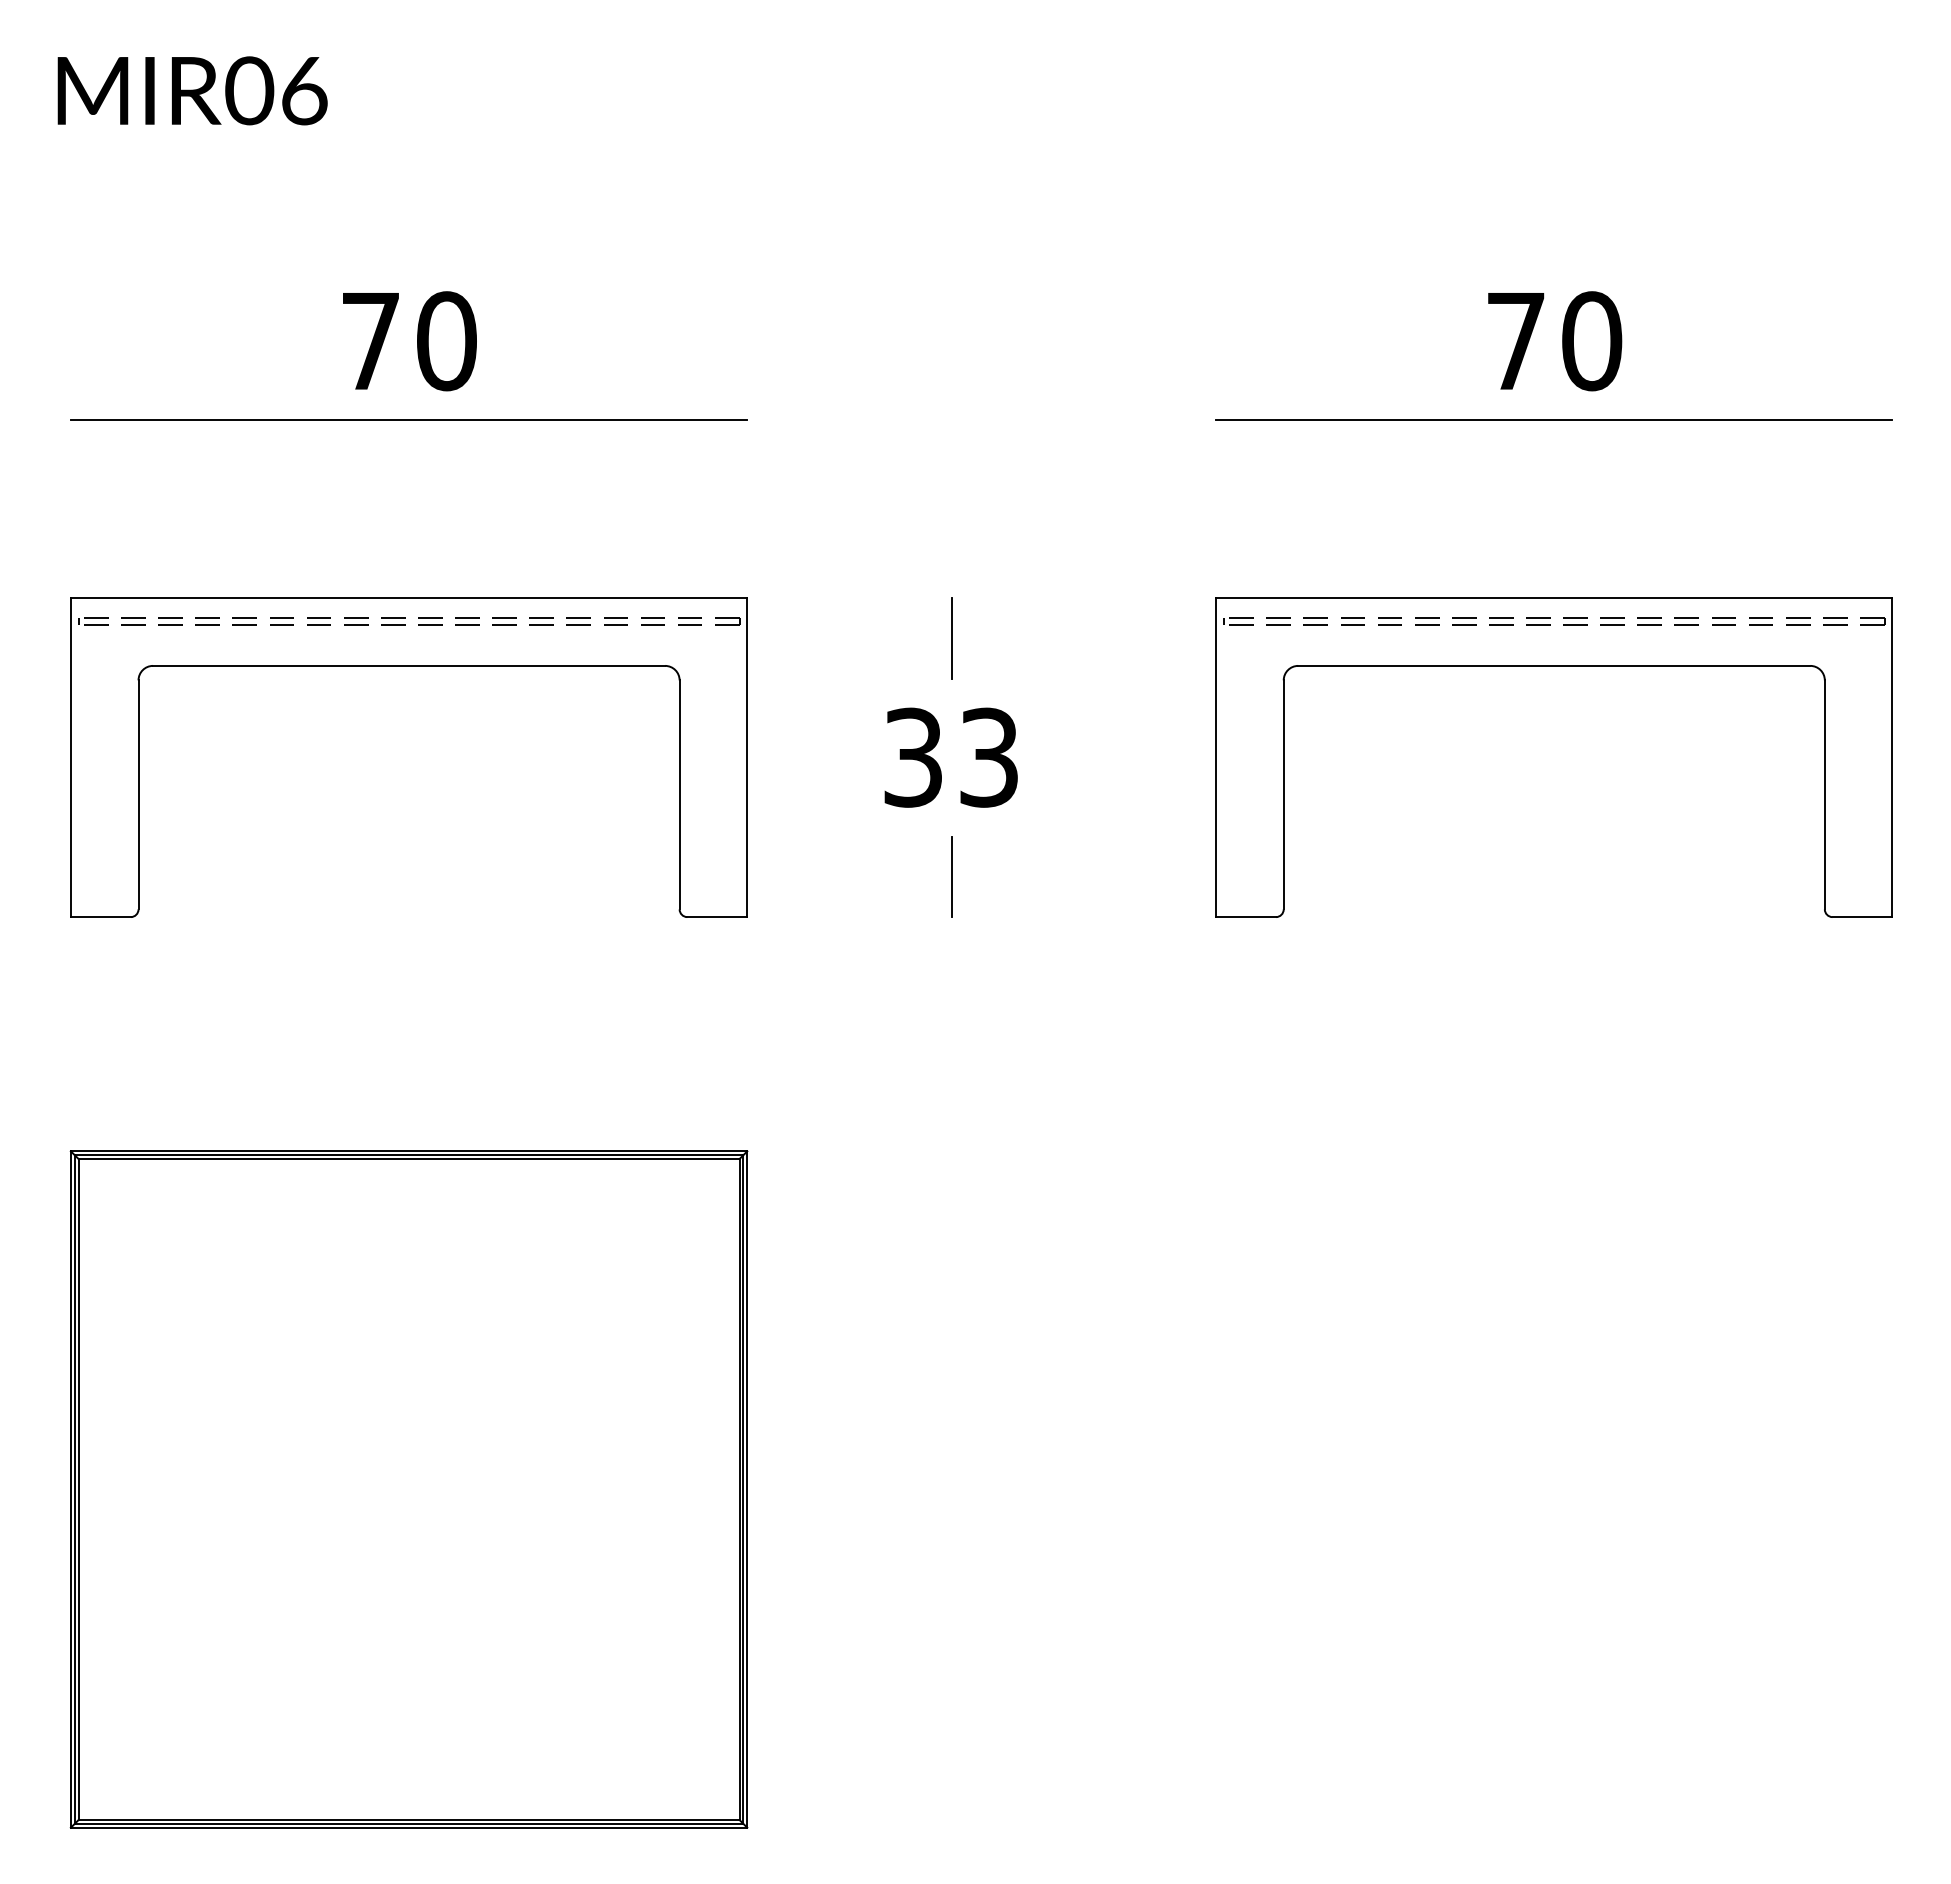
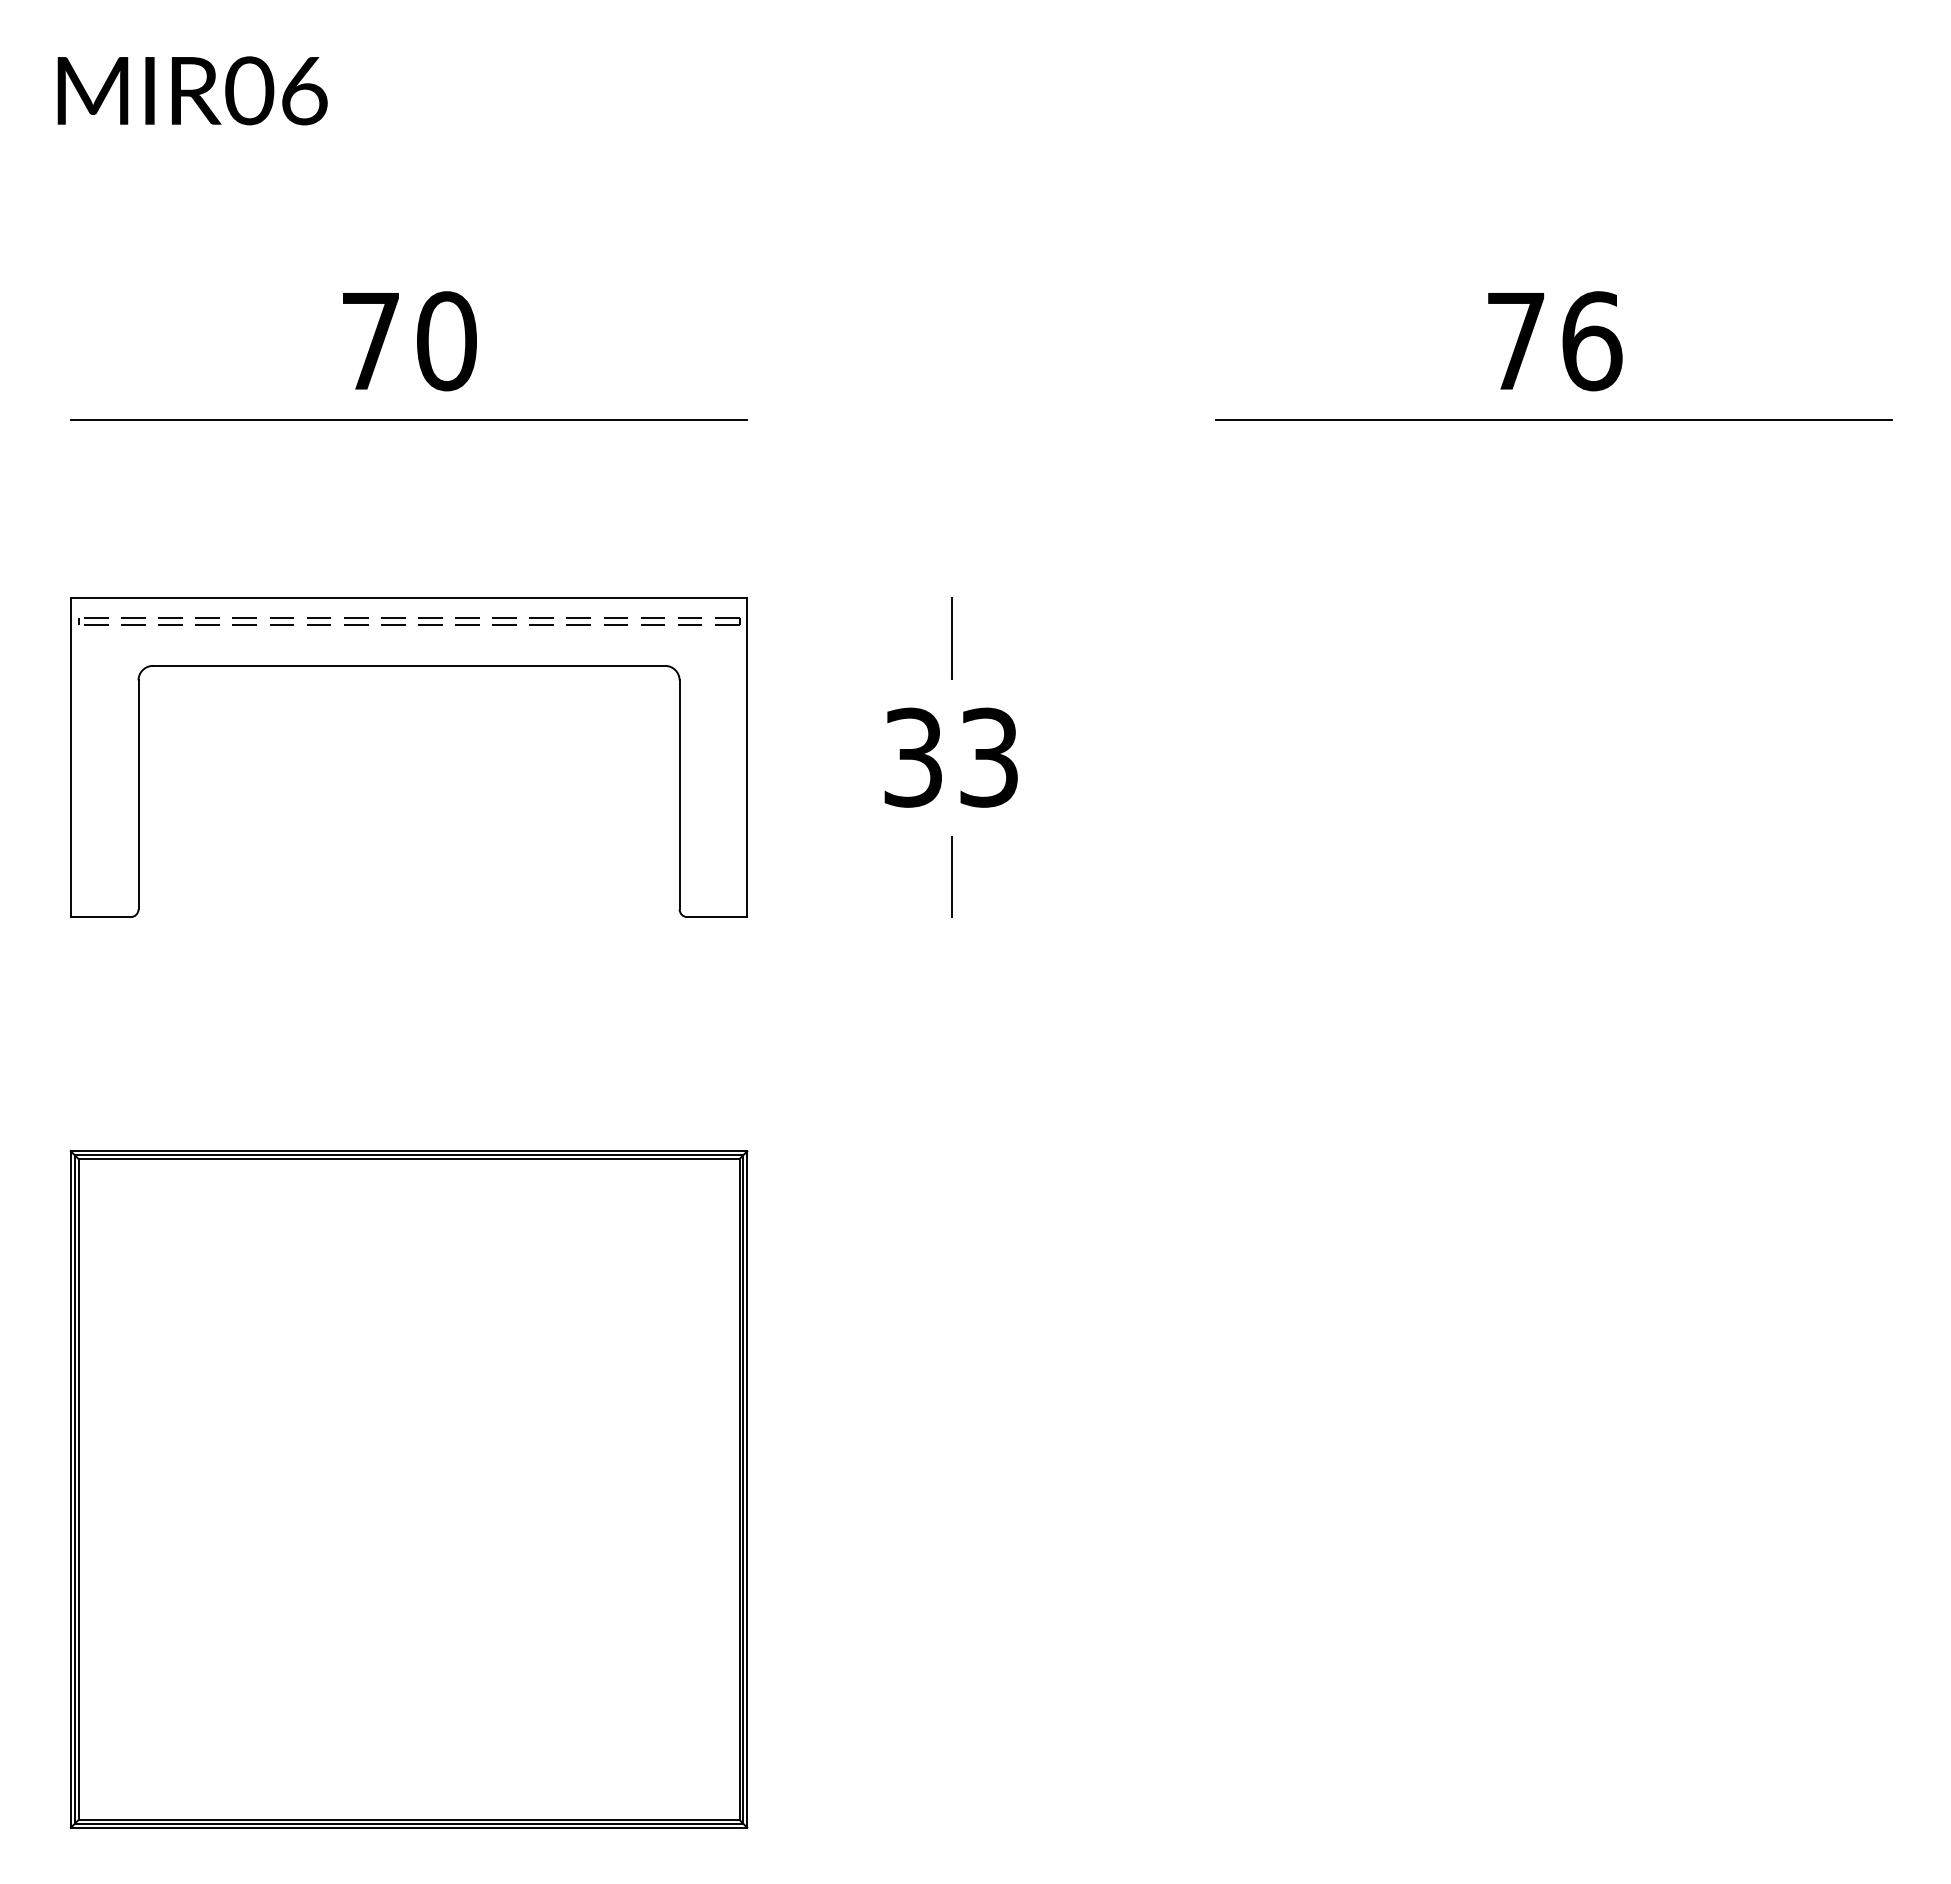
text at (1592, 341): 70 -> 76
part at (1553, 666): present -> none
